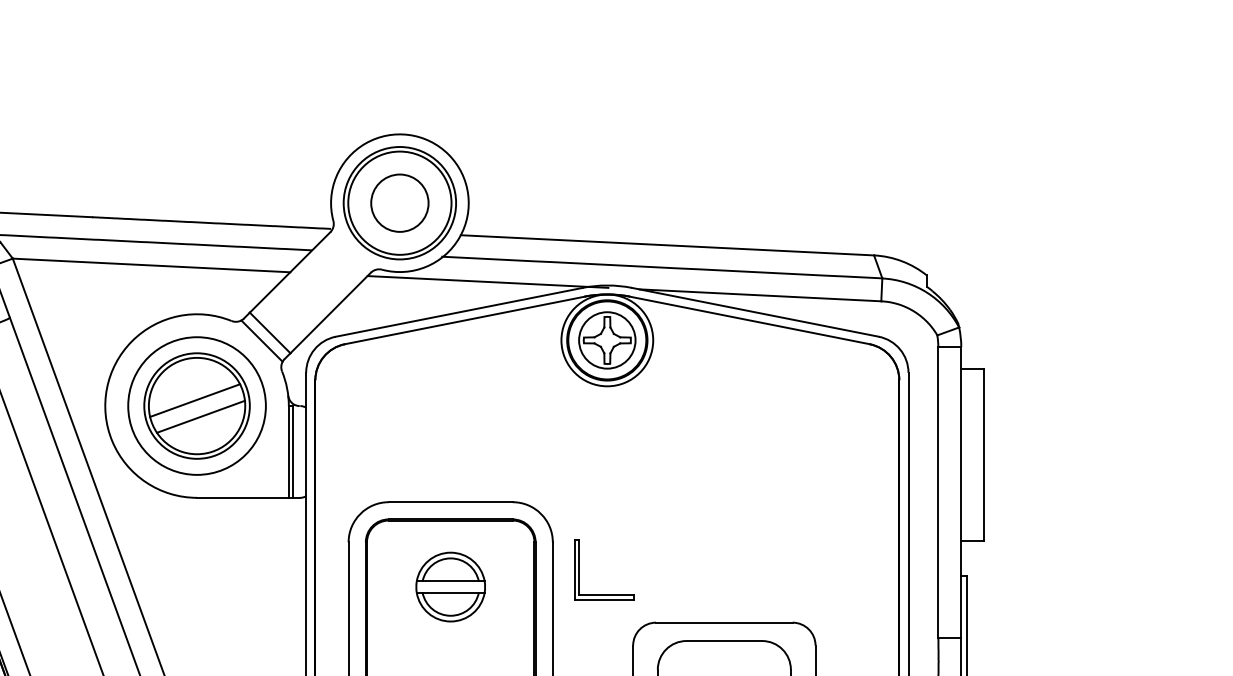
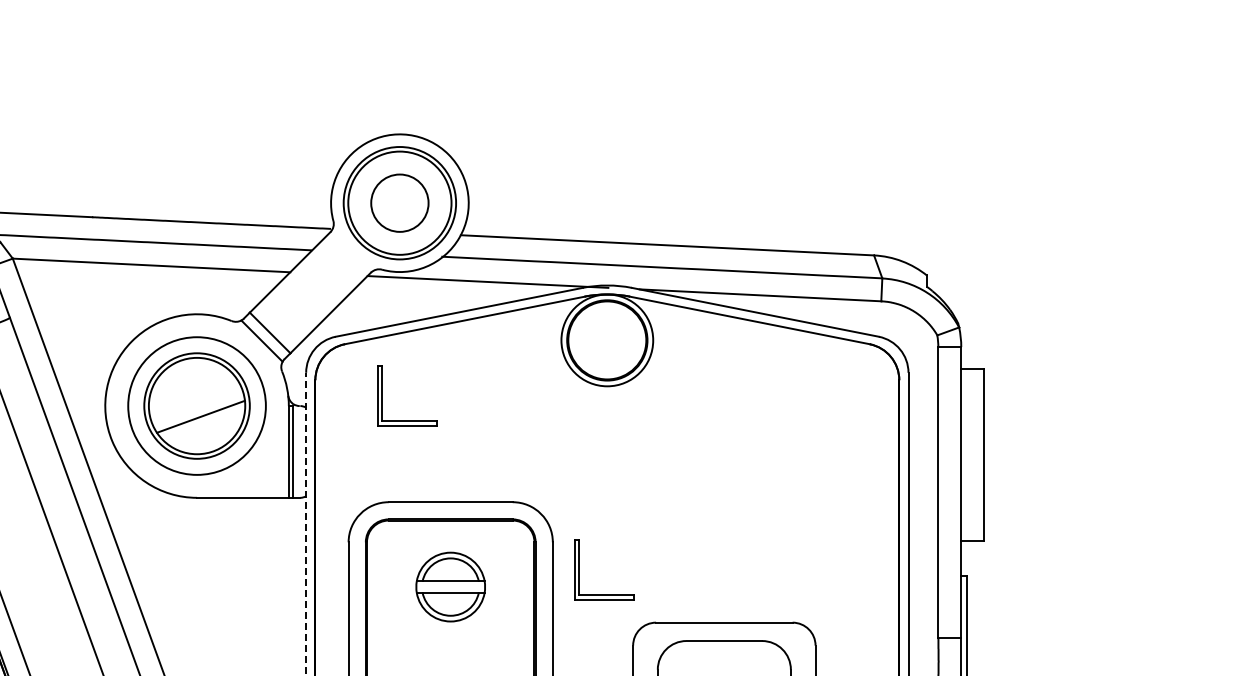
part at (607, 340): present -> none
part at (382, 395): none -> present
line at (195, 400): present -> none
line at (306, 523): solid -> dashed
